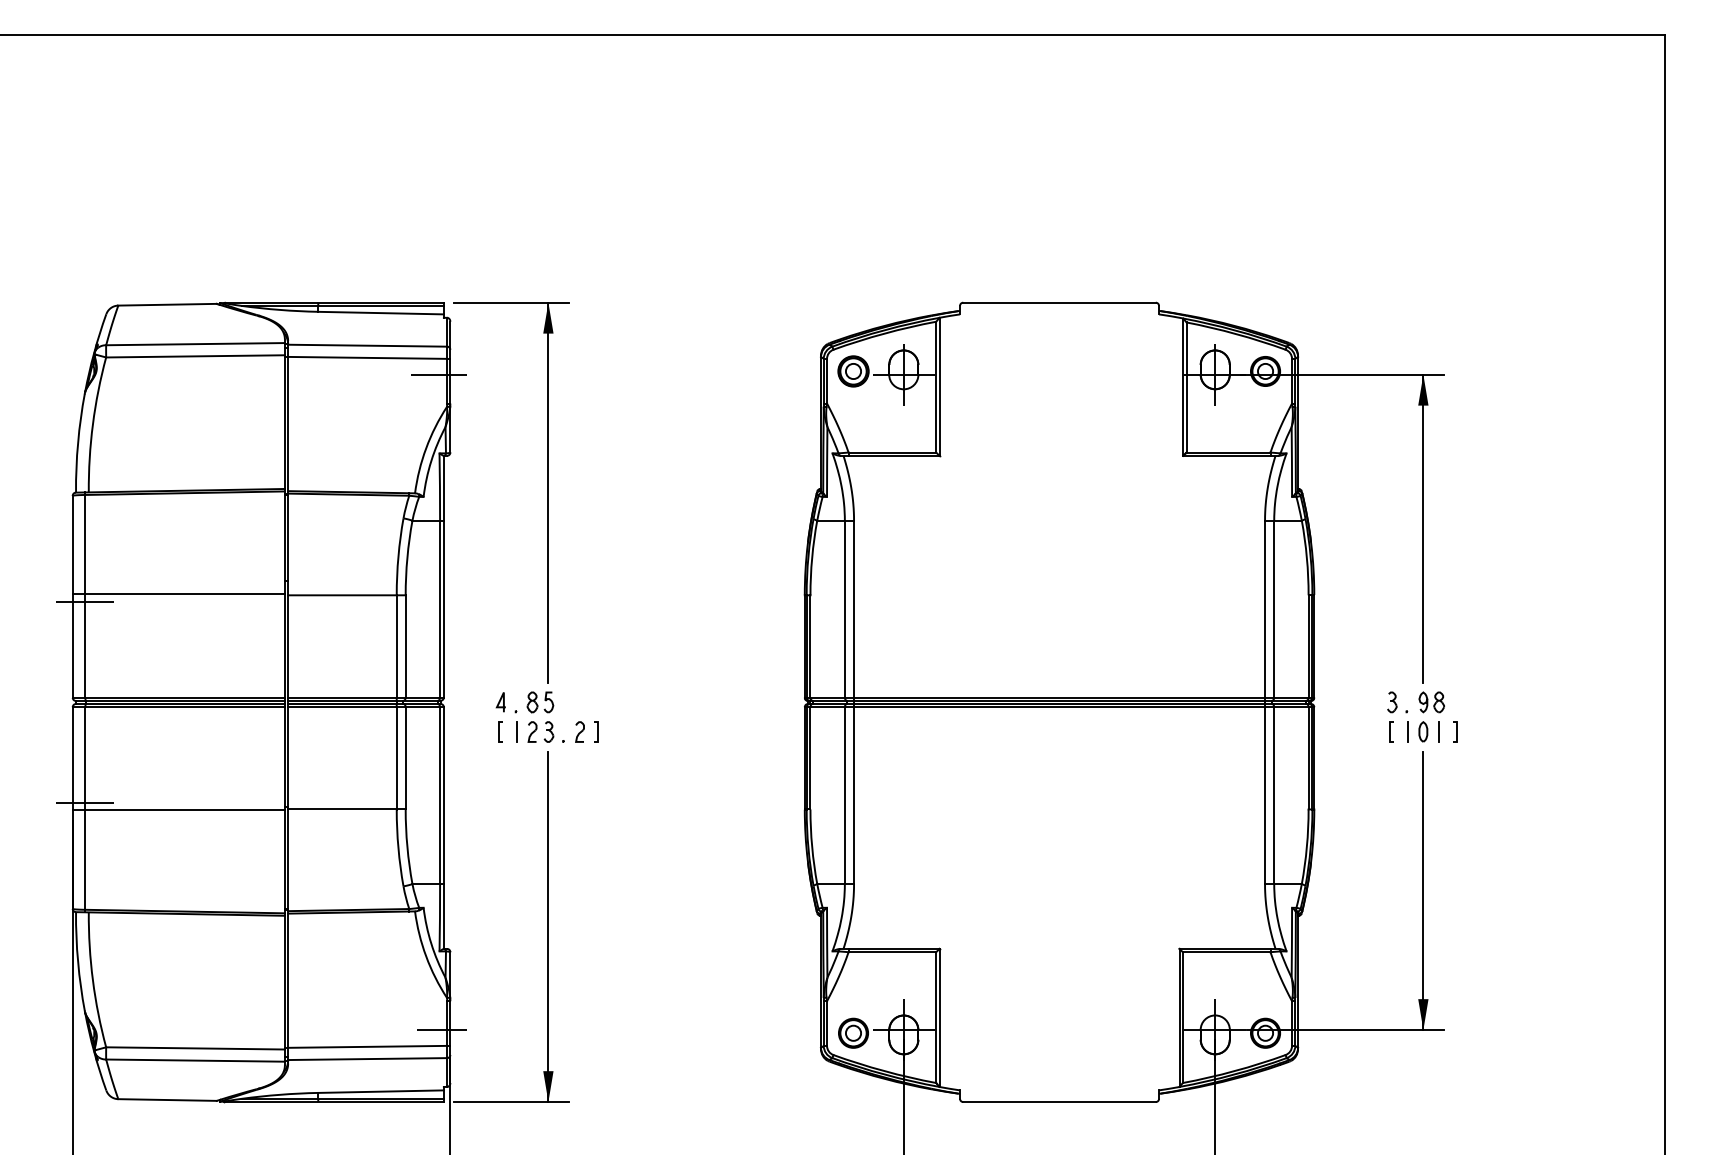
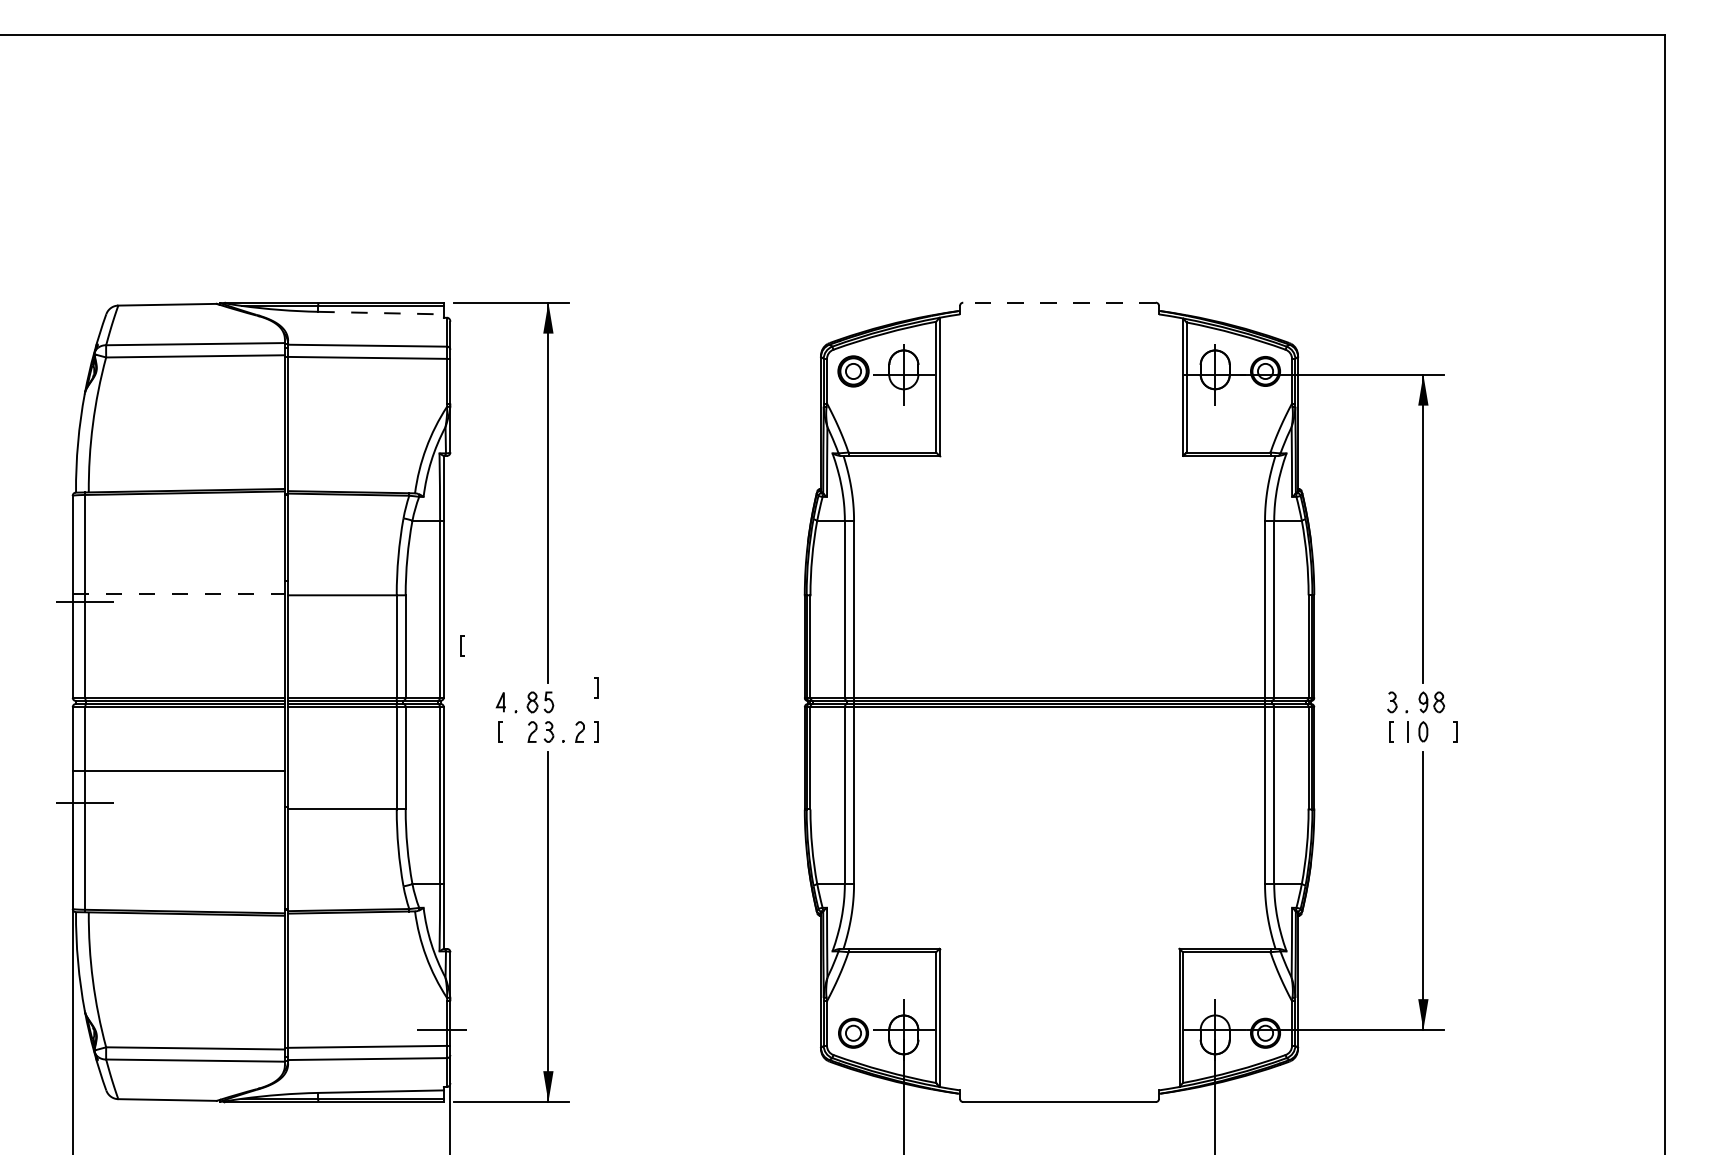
line at (1059, 302): solid -> dashed
line at (381, 313): solid -> dashed
line at (438, 374): present -> none
line at (179, 594): solid -> dashed
line at (461, 645): none -> present
line at (597, 687): none -> present
line at (516, 731): present -> none
line at (1438, 731): present -> none
line at (178, 810) position: (178, 810) -> (178, 771)
